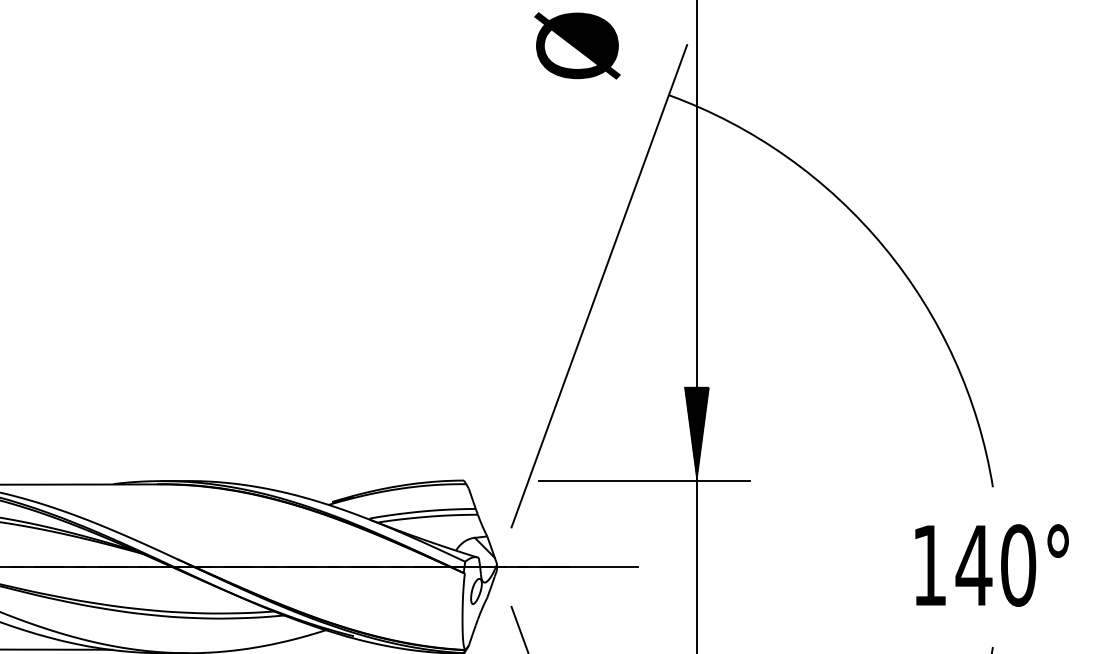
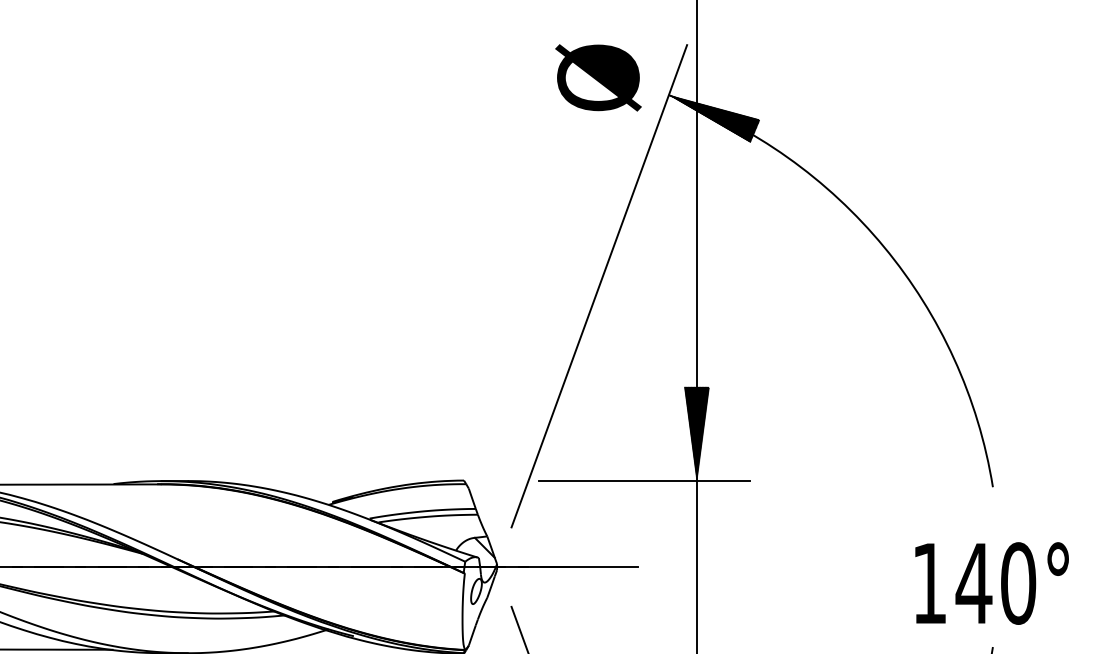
text at (577, 45) position: (577, 45) -> (598, 77)
hatch at (714, 118): none -> present
text at (991, 565) position: (991, 565) -> (991, 583)
